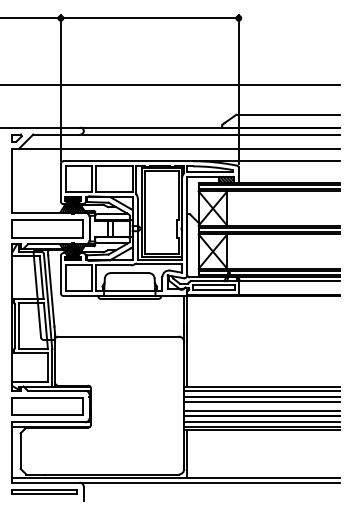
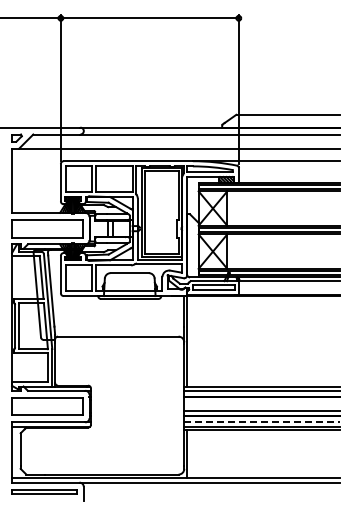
line at (170, 84): present -> none
line at (261, 401): present -> none
line at (261, 422): solid -> dashed
